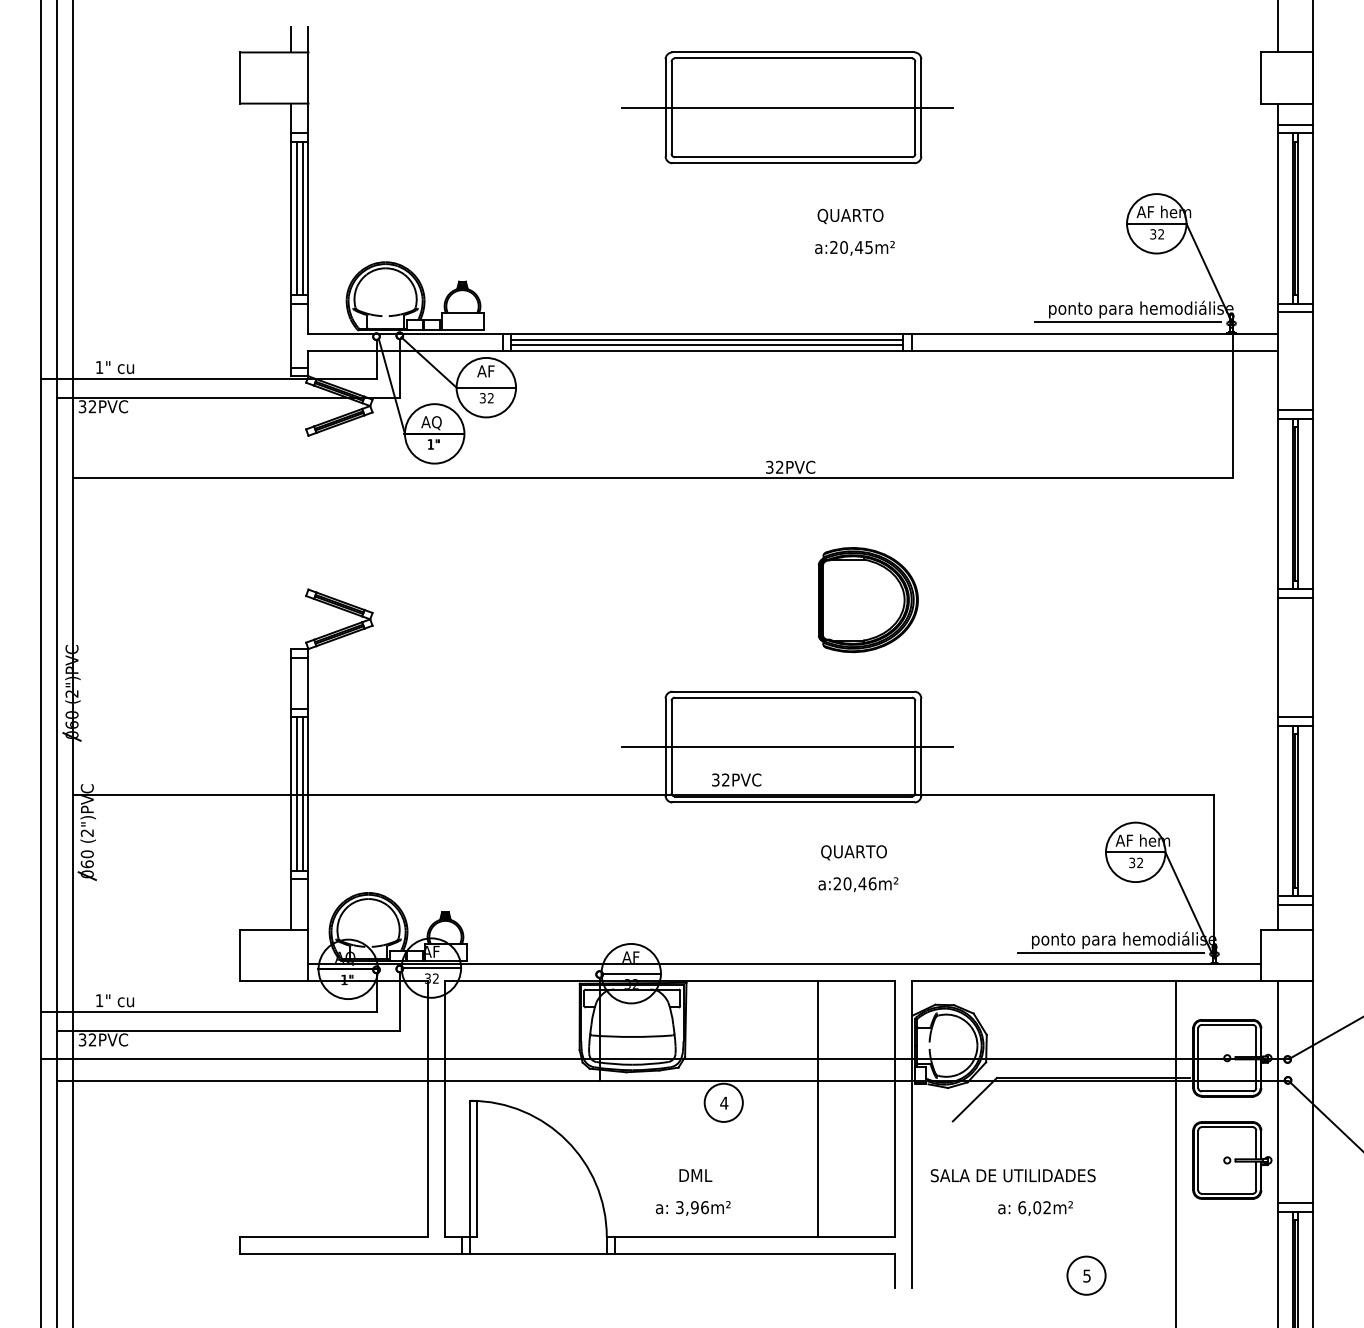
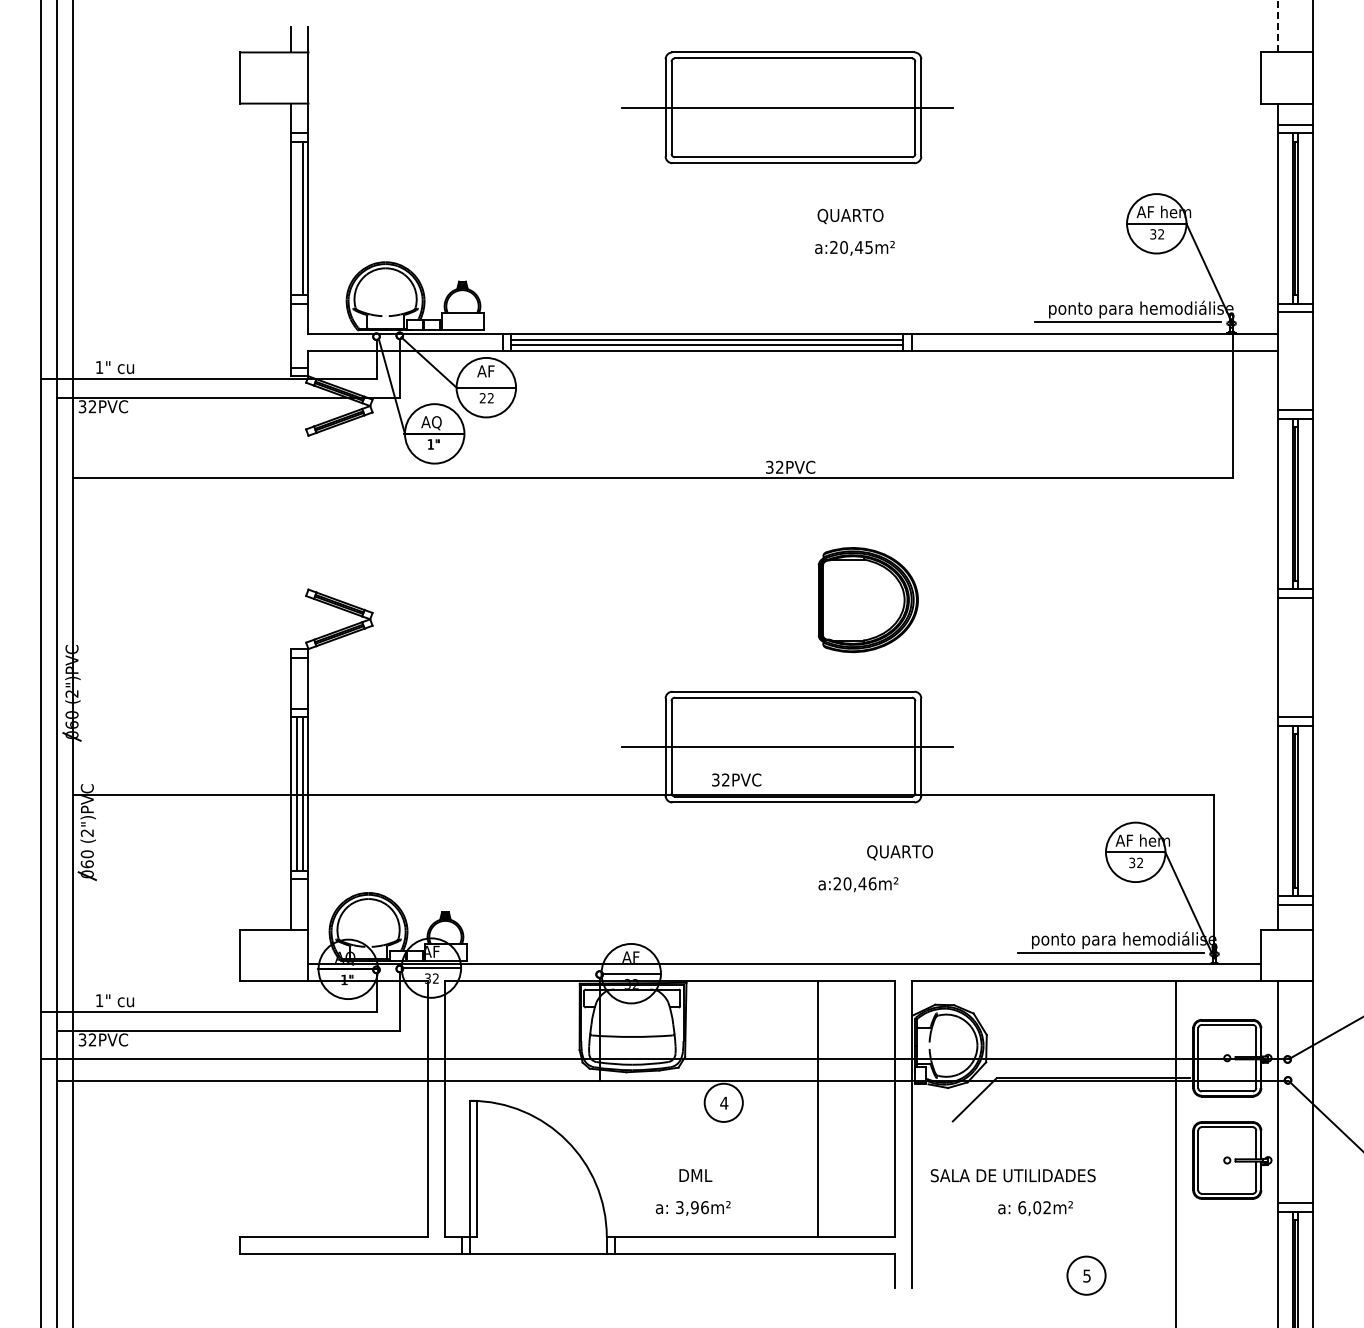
line at (1278, 26): solid -> dashed
line at (297, 218): present -> none
text at (482, 398): 32 -> 22
text at (853, 852) position: (853, 852) -> (899, 852)
